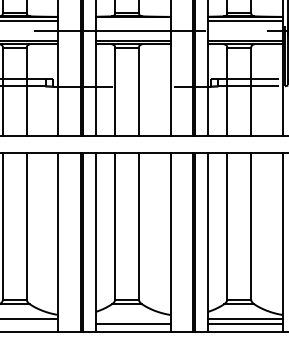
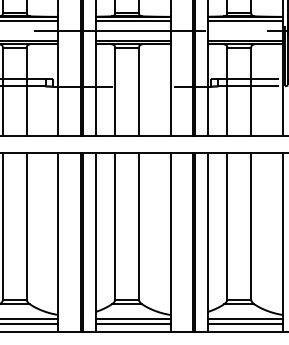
line at (132, 20): none -> present
line at (132, 319): none -> present
line at (30, 323): none -> present
